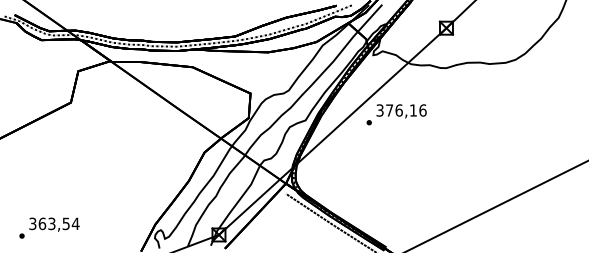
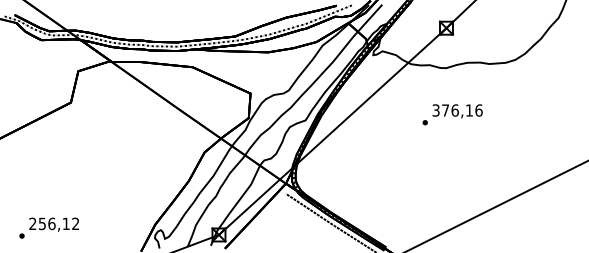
text at (396, 114) position: (396, 114) -> (452, 114)
text at (54, 223): 363,54 -> 256,12
